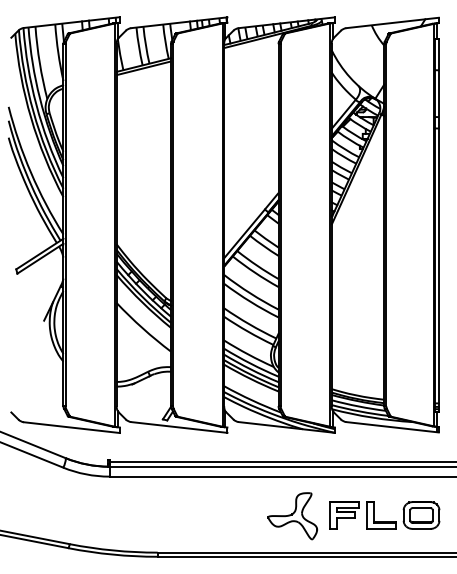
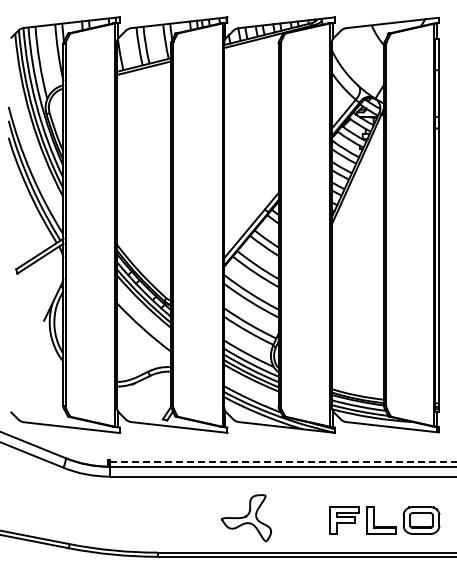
line at (283, 461): solid -> dashed
part at (384, 515) position: (384, 515) -> (384, 520)
part at (292, 516) position: (292, 516) -> (246, 518)
